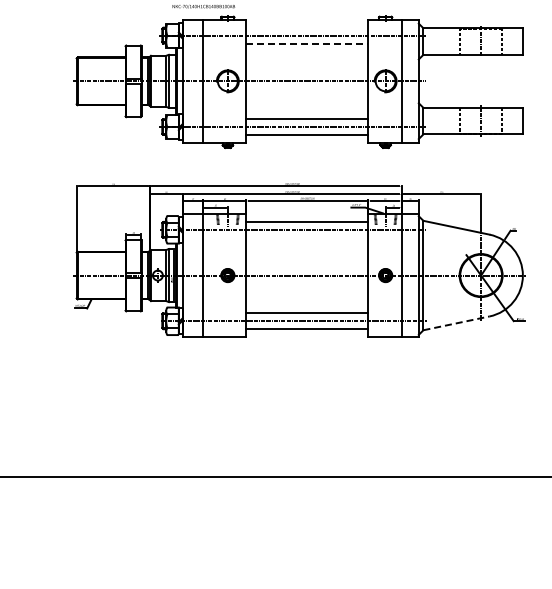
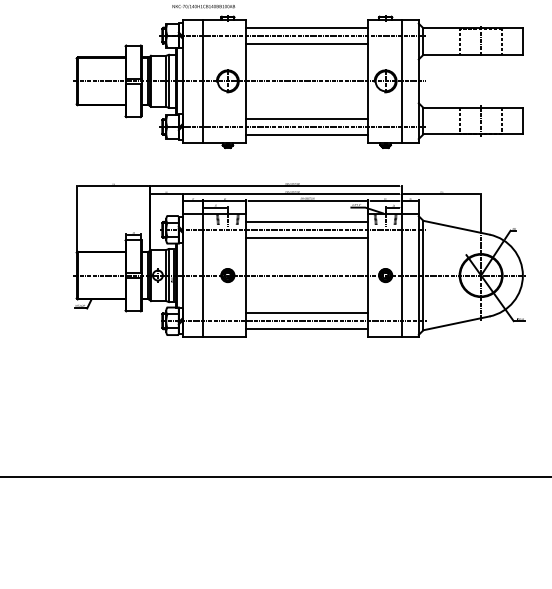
line at (307, 27): none -> present
line at (307, 43): dashed -> solid
line at (307, 237): none -> present
line at (456, 323): dashed -> solid
